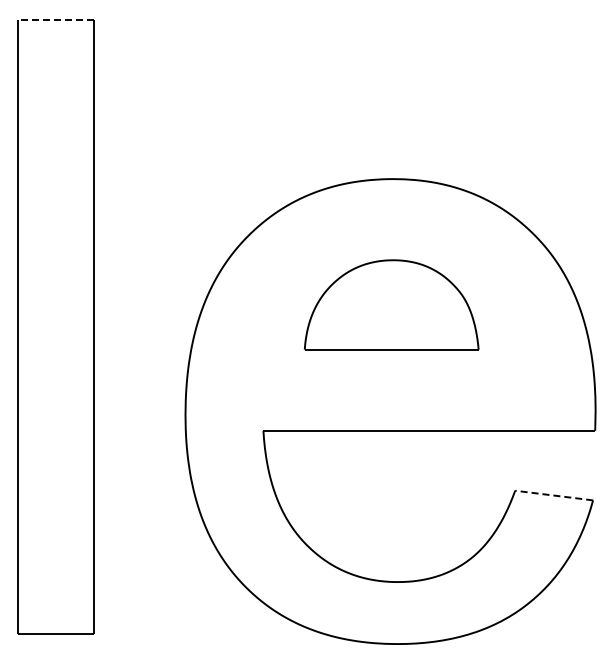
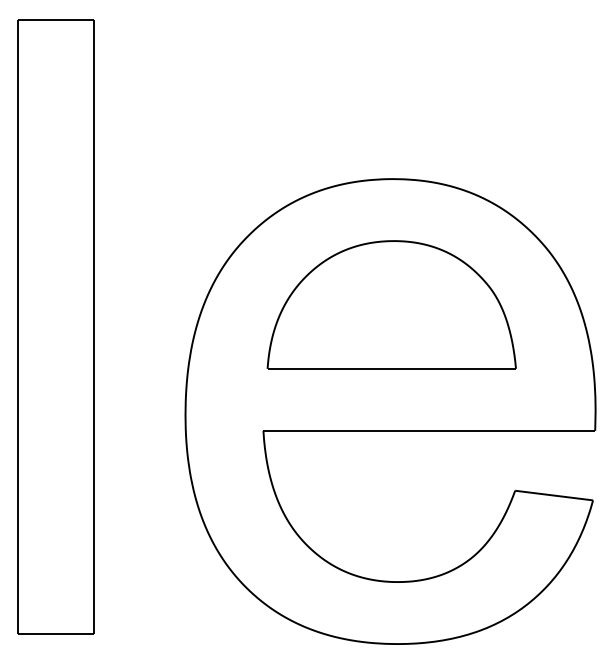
line at (56, 19): dashed -> solid
part at (391, 304) size: 176x92 px -> 251x130 px
line at (553, 495): dashed -> solid
